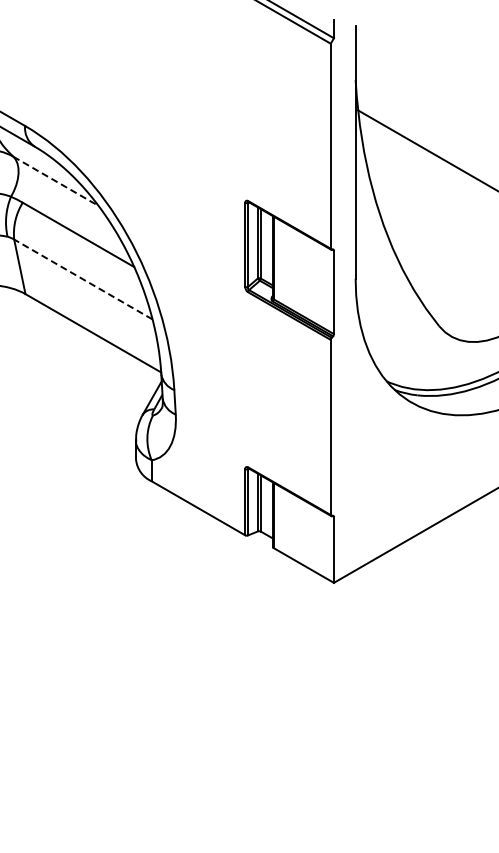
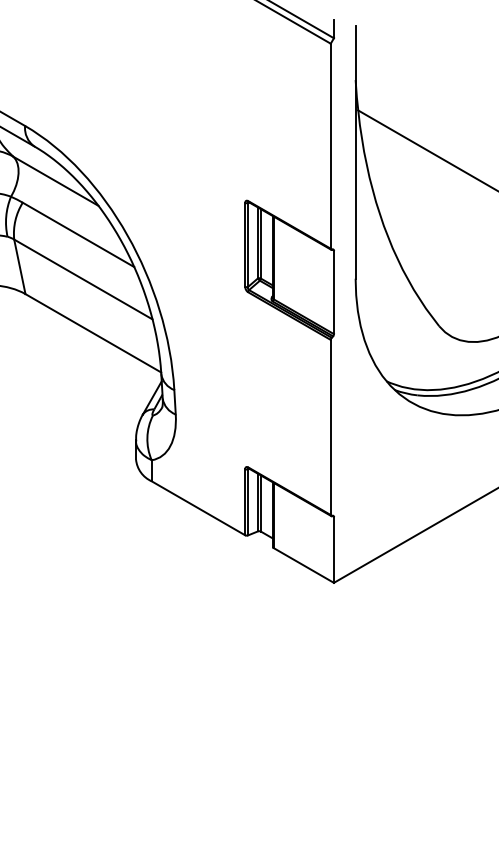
line at (56, 181): dashed -> solid
line at (83, 279): dashed -> solid
